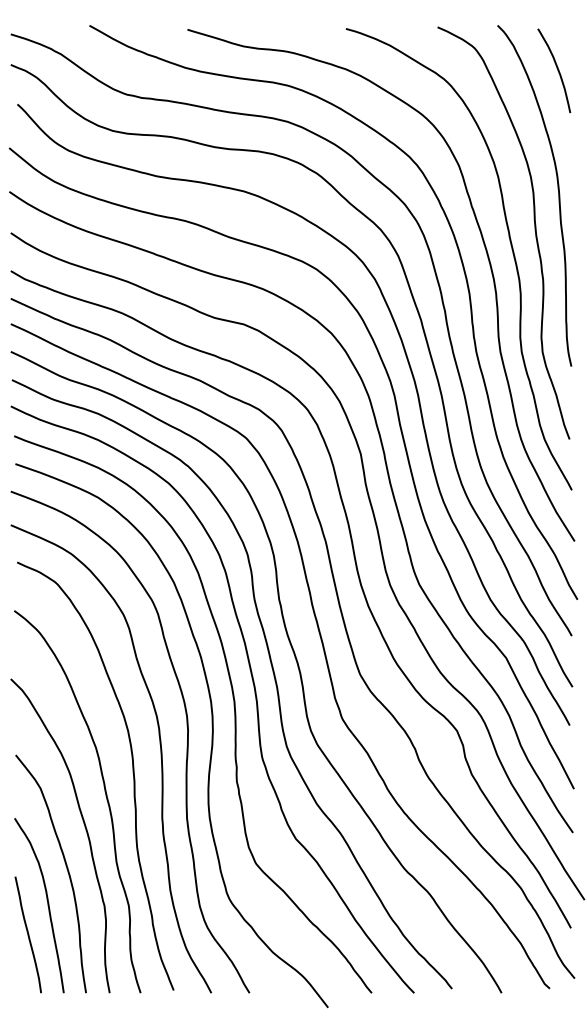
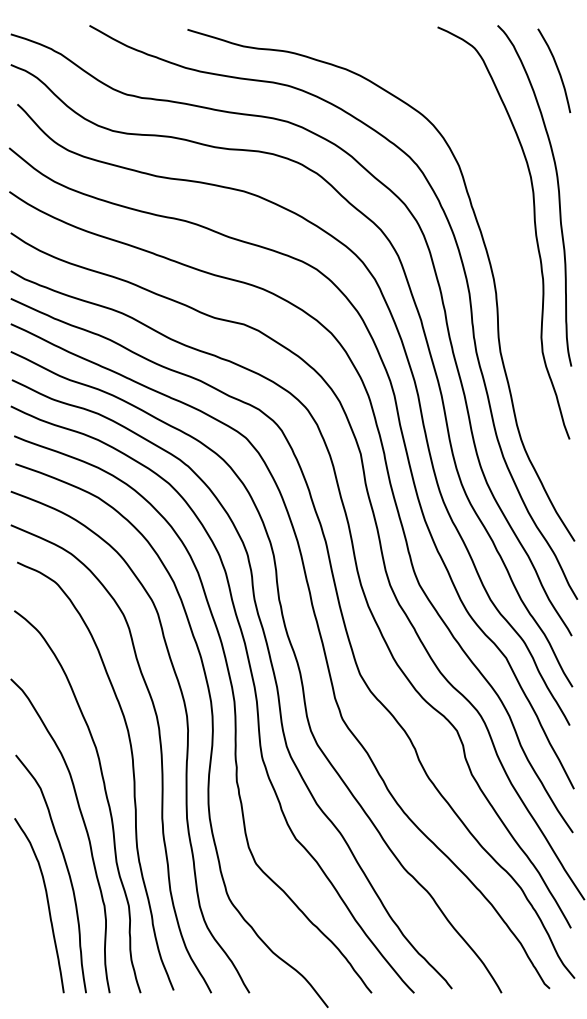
curve at (510, 245): present -> none
curve at (27, 934): present -> none
